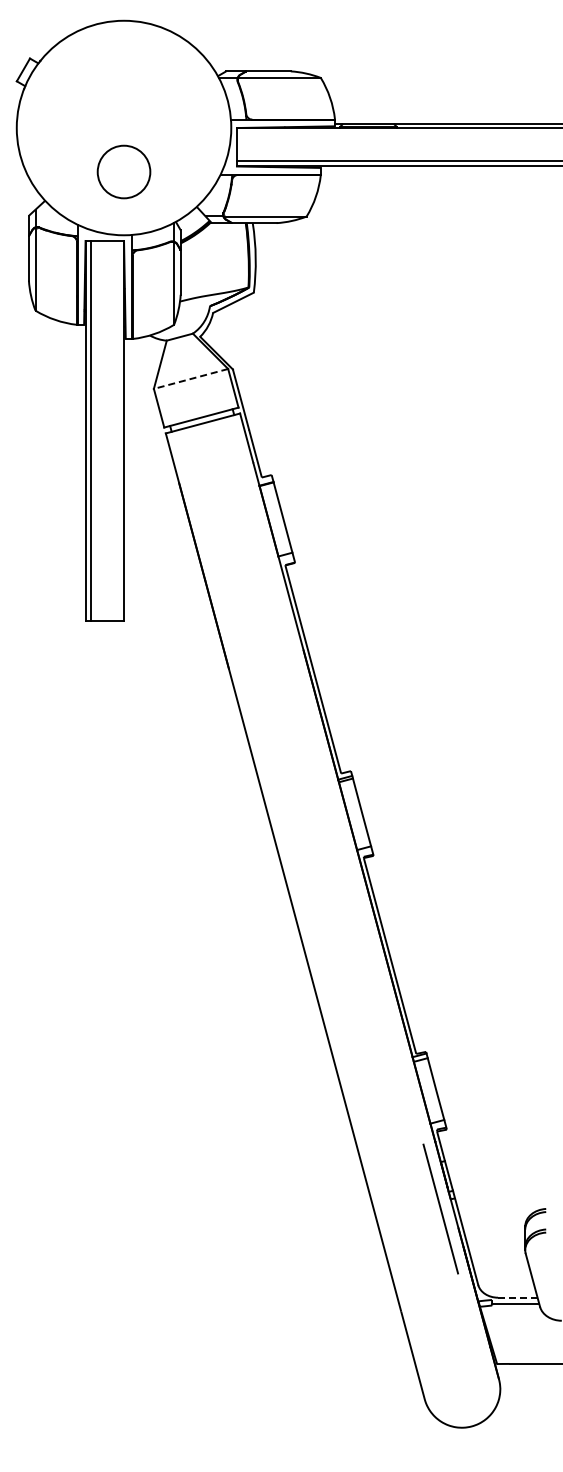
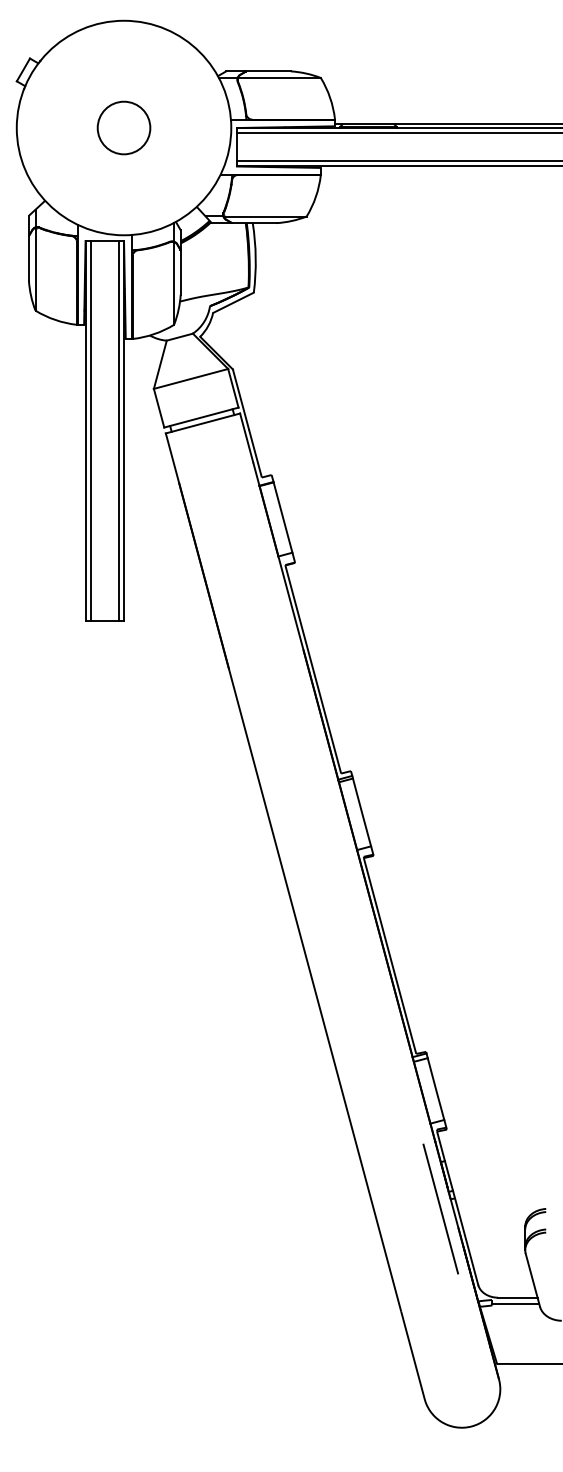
line at (397, 133): none -> present
circle at (123, 171) position: (123, 171) -> (123, 127)
line at (190, 379): dashed -> solid
line at (118, 430): none -> present
line at (517, 1297): dashed -> solid
